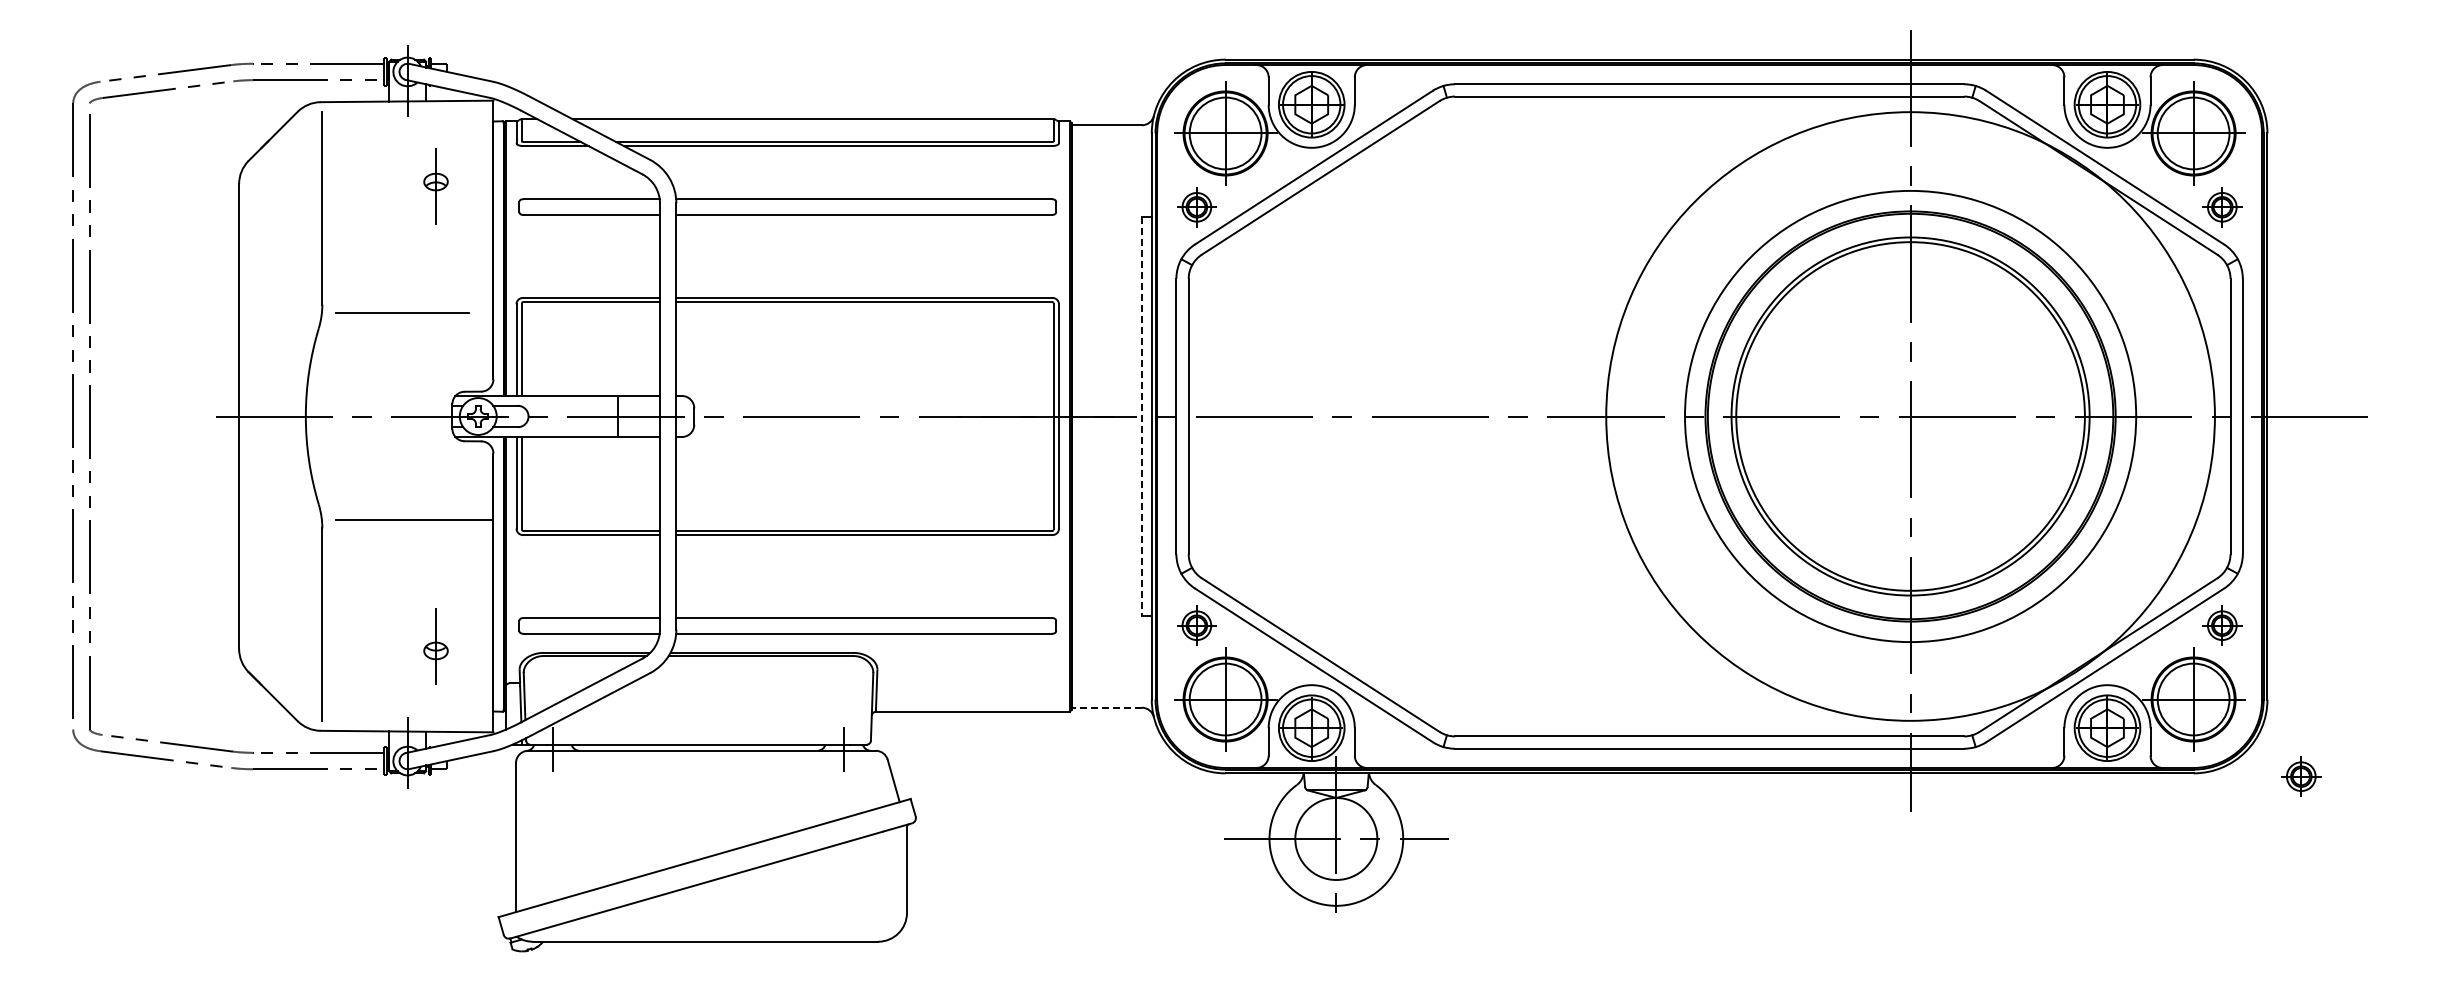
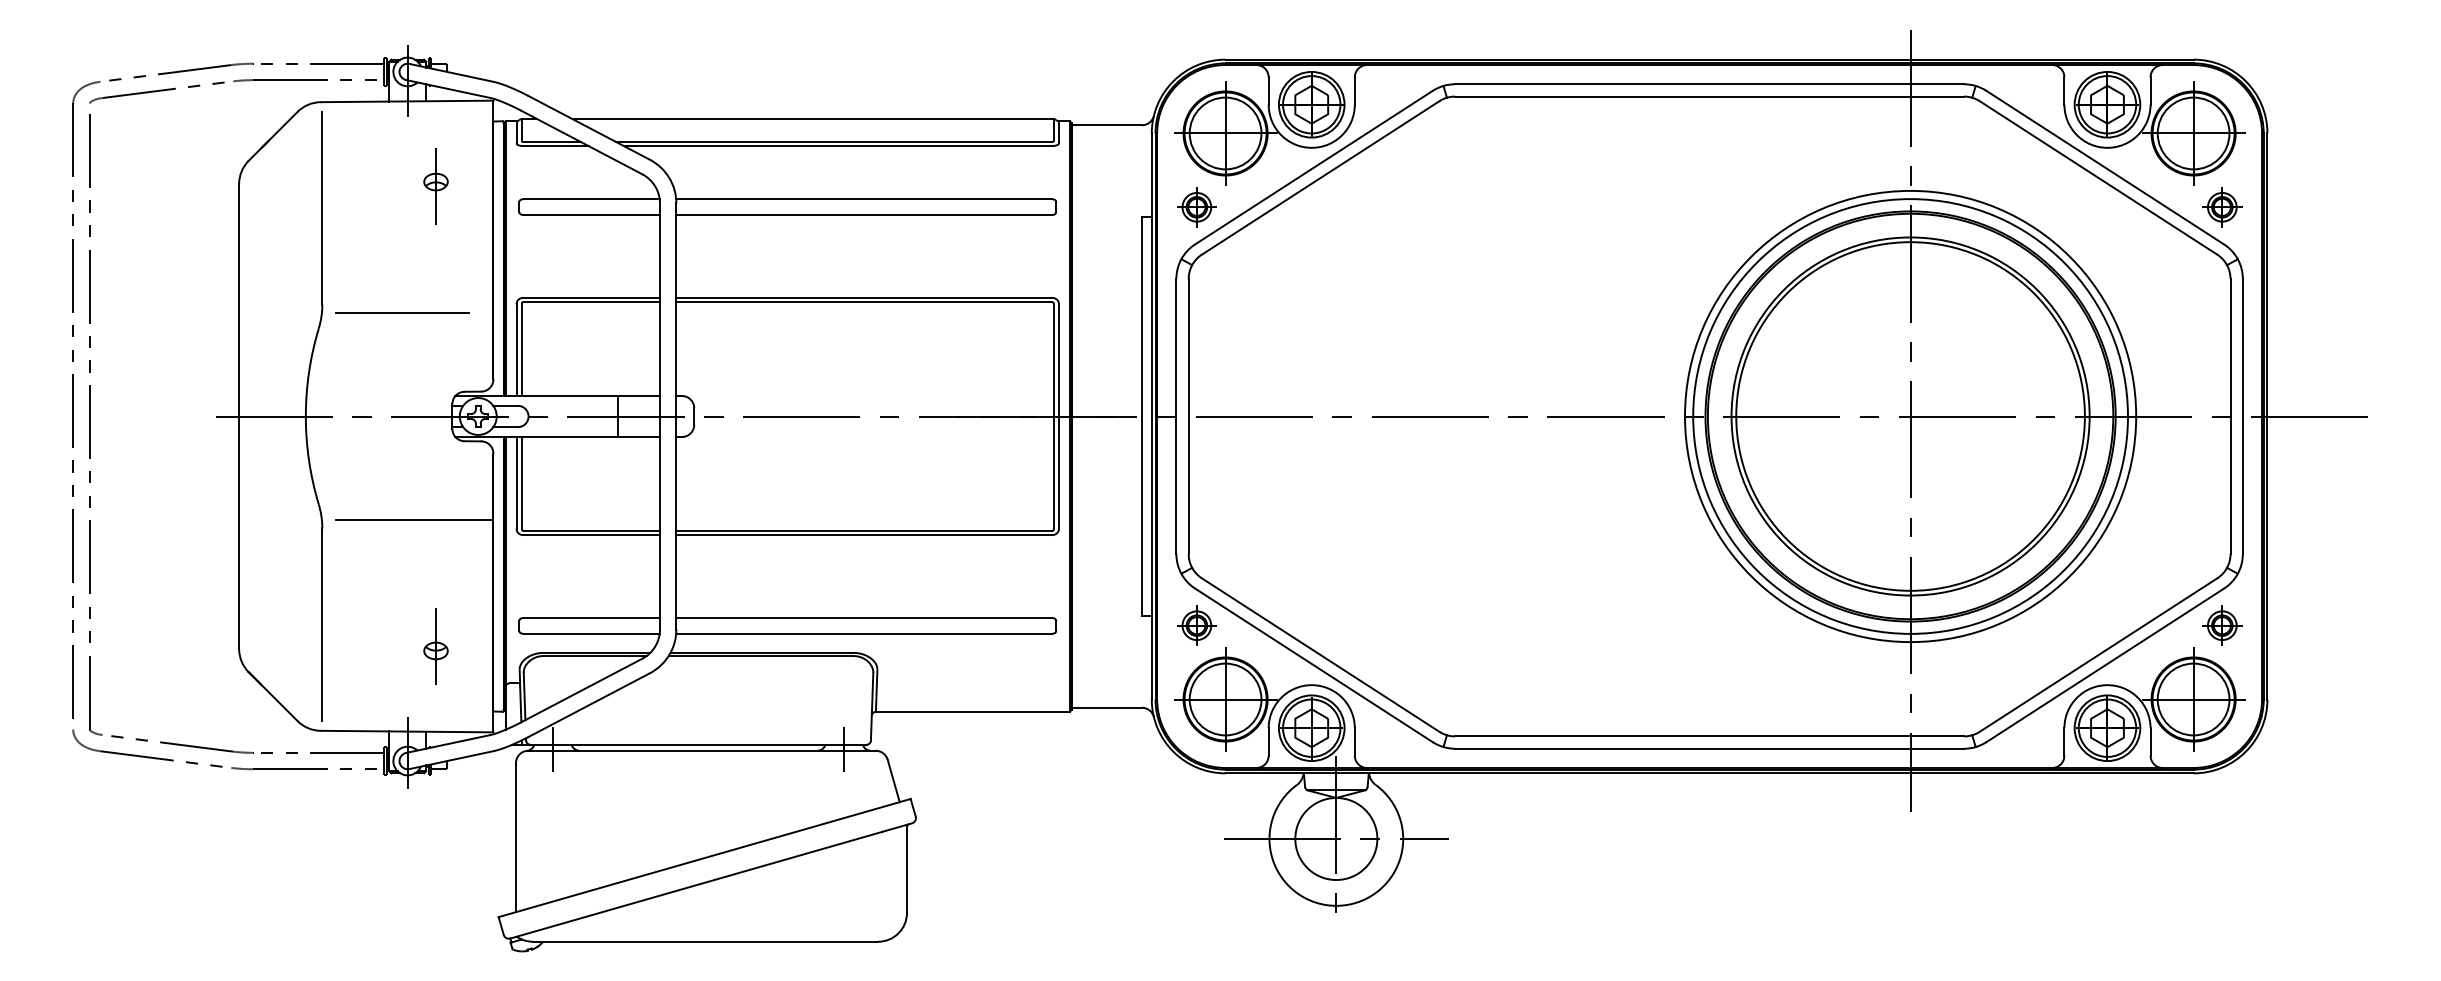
line at (1141, 416): dashed -> solid
circle at (1910, 416) diameter: 609 px -> 435 px
line at (1106, 707): dashed -> solid
part at (2301, 776): present -> none
